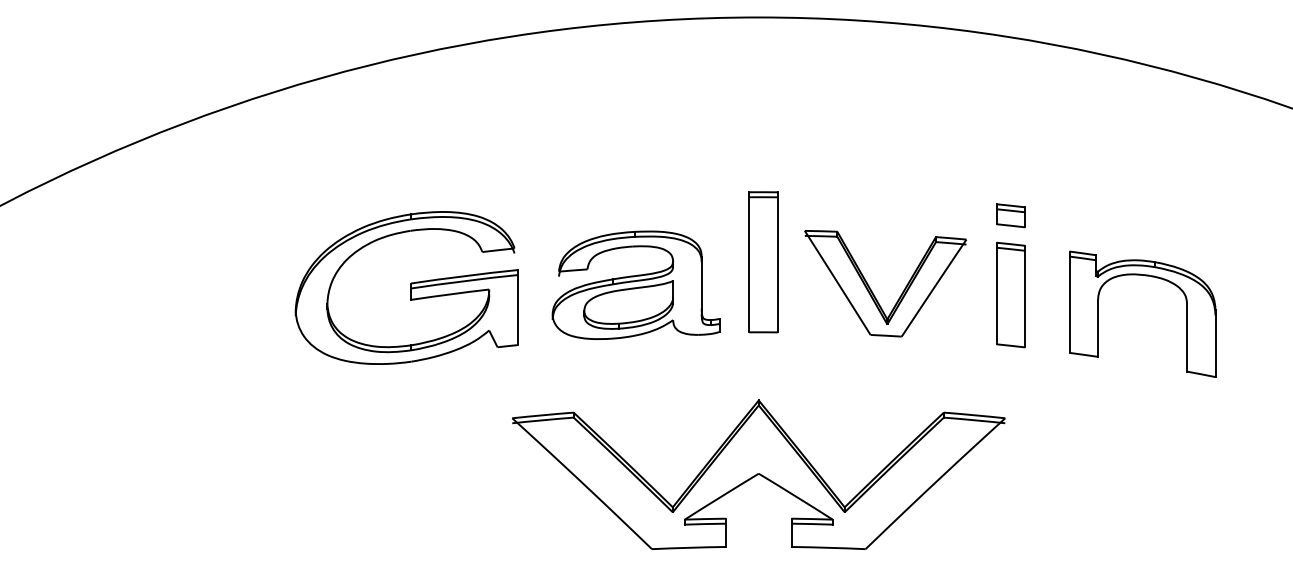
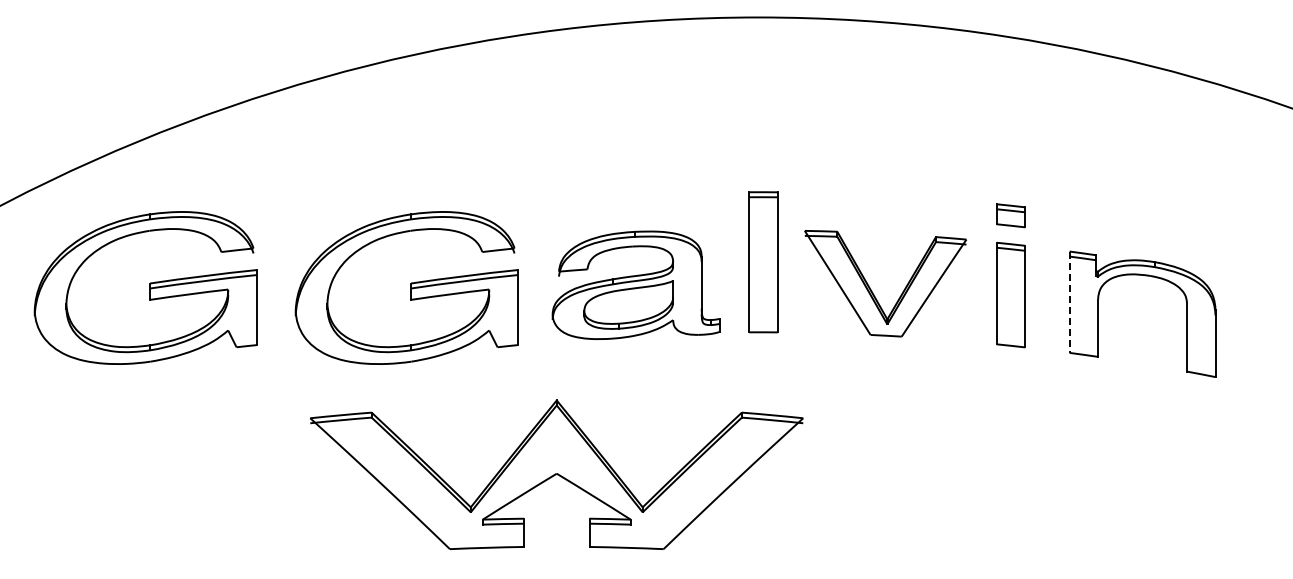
part at (145, 287): none -> present
line at (1069, 302): solid -> dashed
part at (758, 474) position: (758, 474) -> (556, 474)
